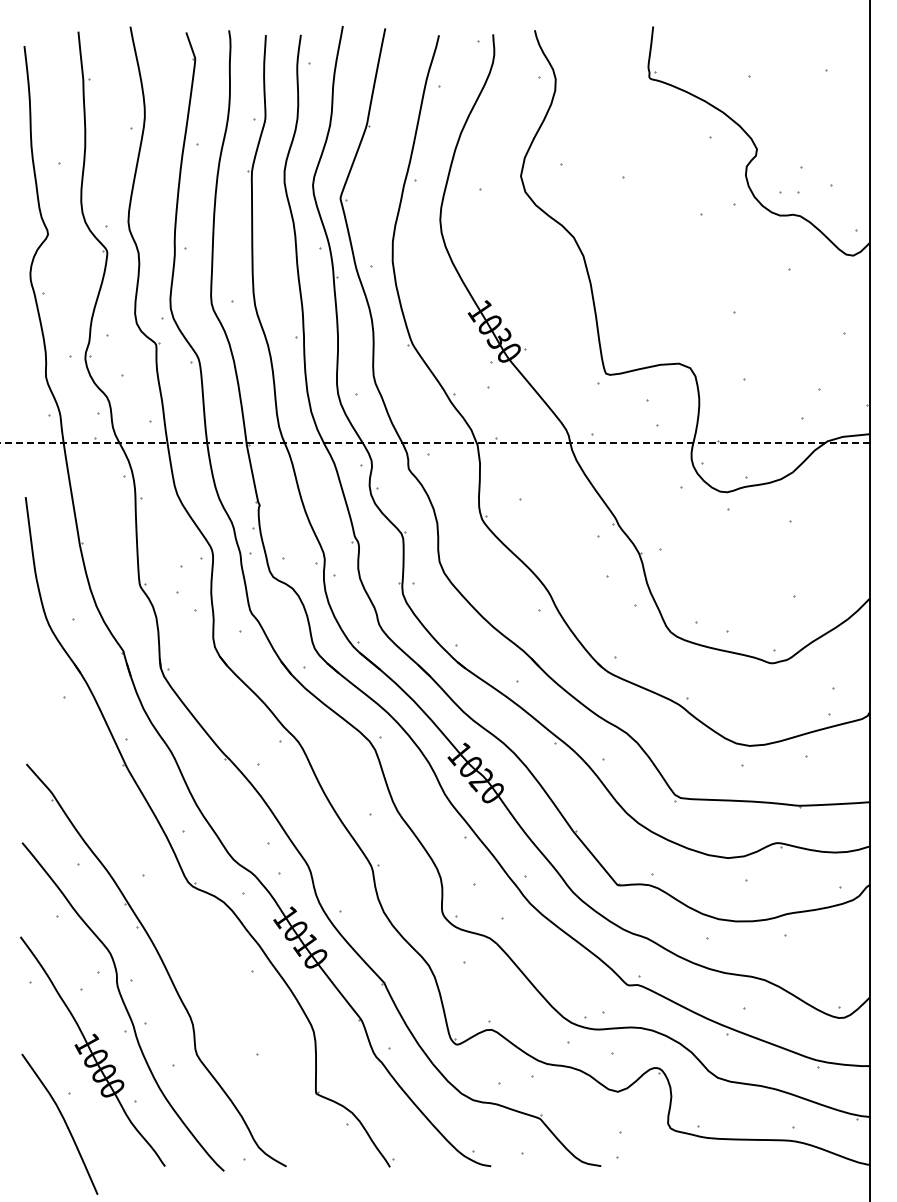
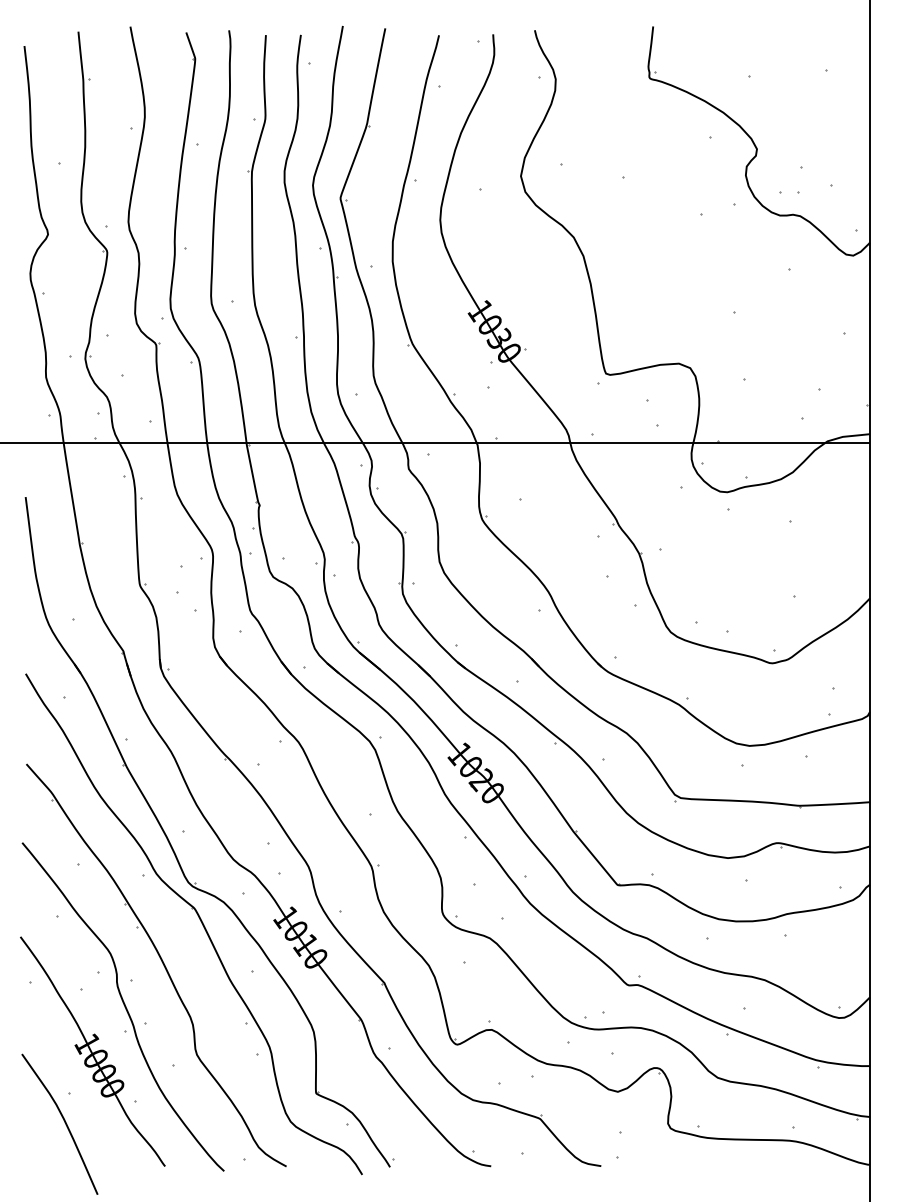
line at (435, 443): dashed -> solid
part at (200, 921): none -> present
